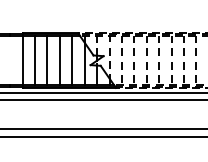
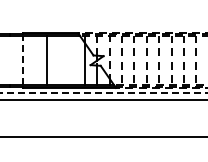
line at (22, 60): solid -> dashed
line at (35, 60): present -> none
line at (59, 60): present -> none
line at (72, 60): present -> none
line at (103, 92): solid -> dashed
line at (103, 128): present -> none
